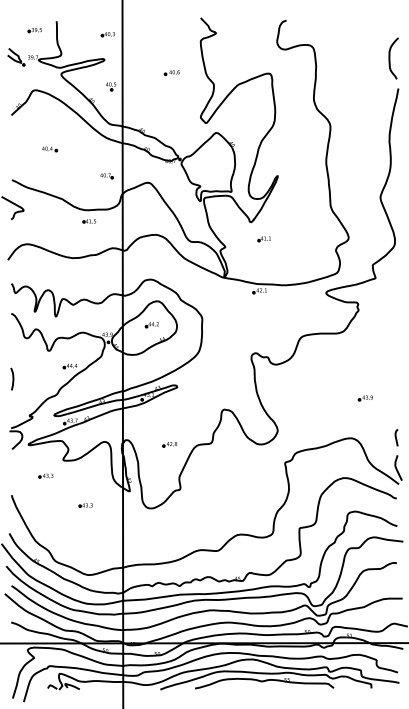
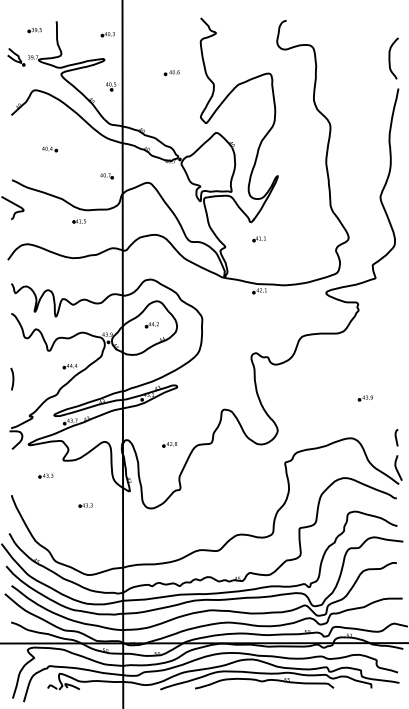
part at (89, 221) position: (89, 221) -> (79, 221)
part at (263, 239) position: (263, 239) -> (258, 239)
